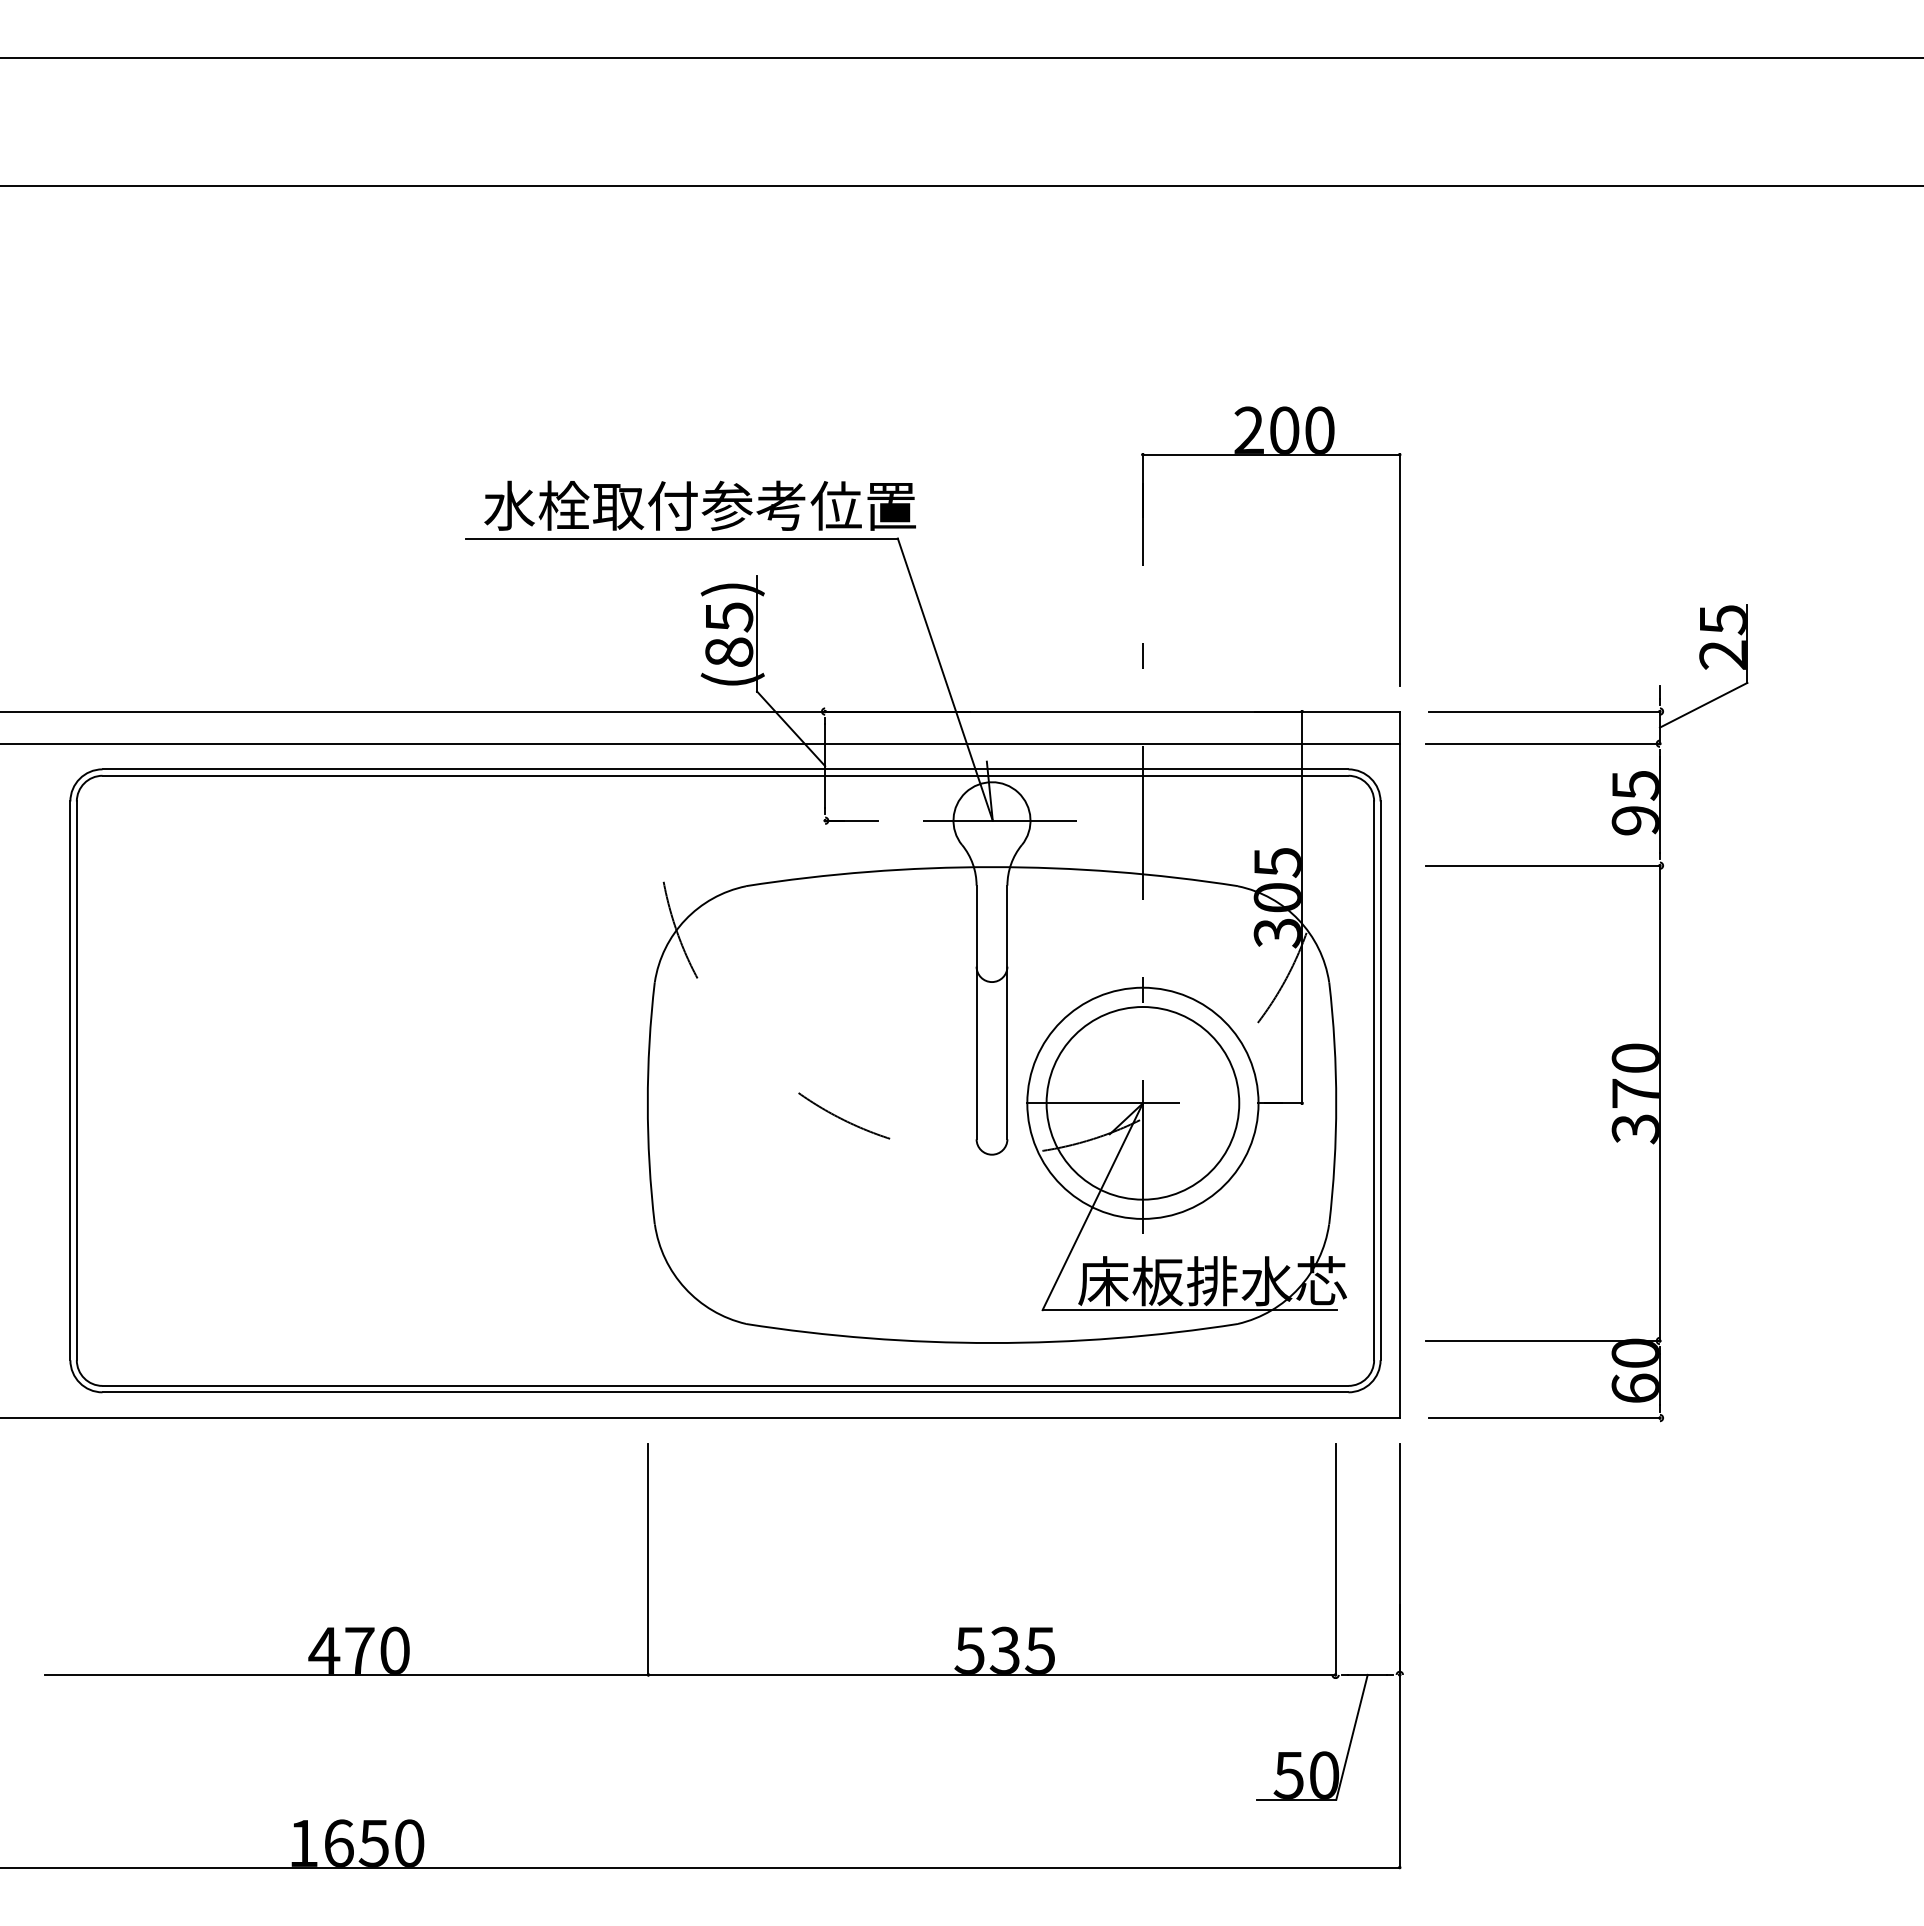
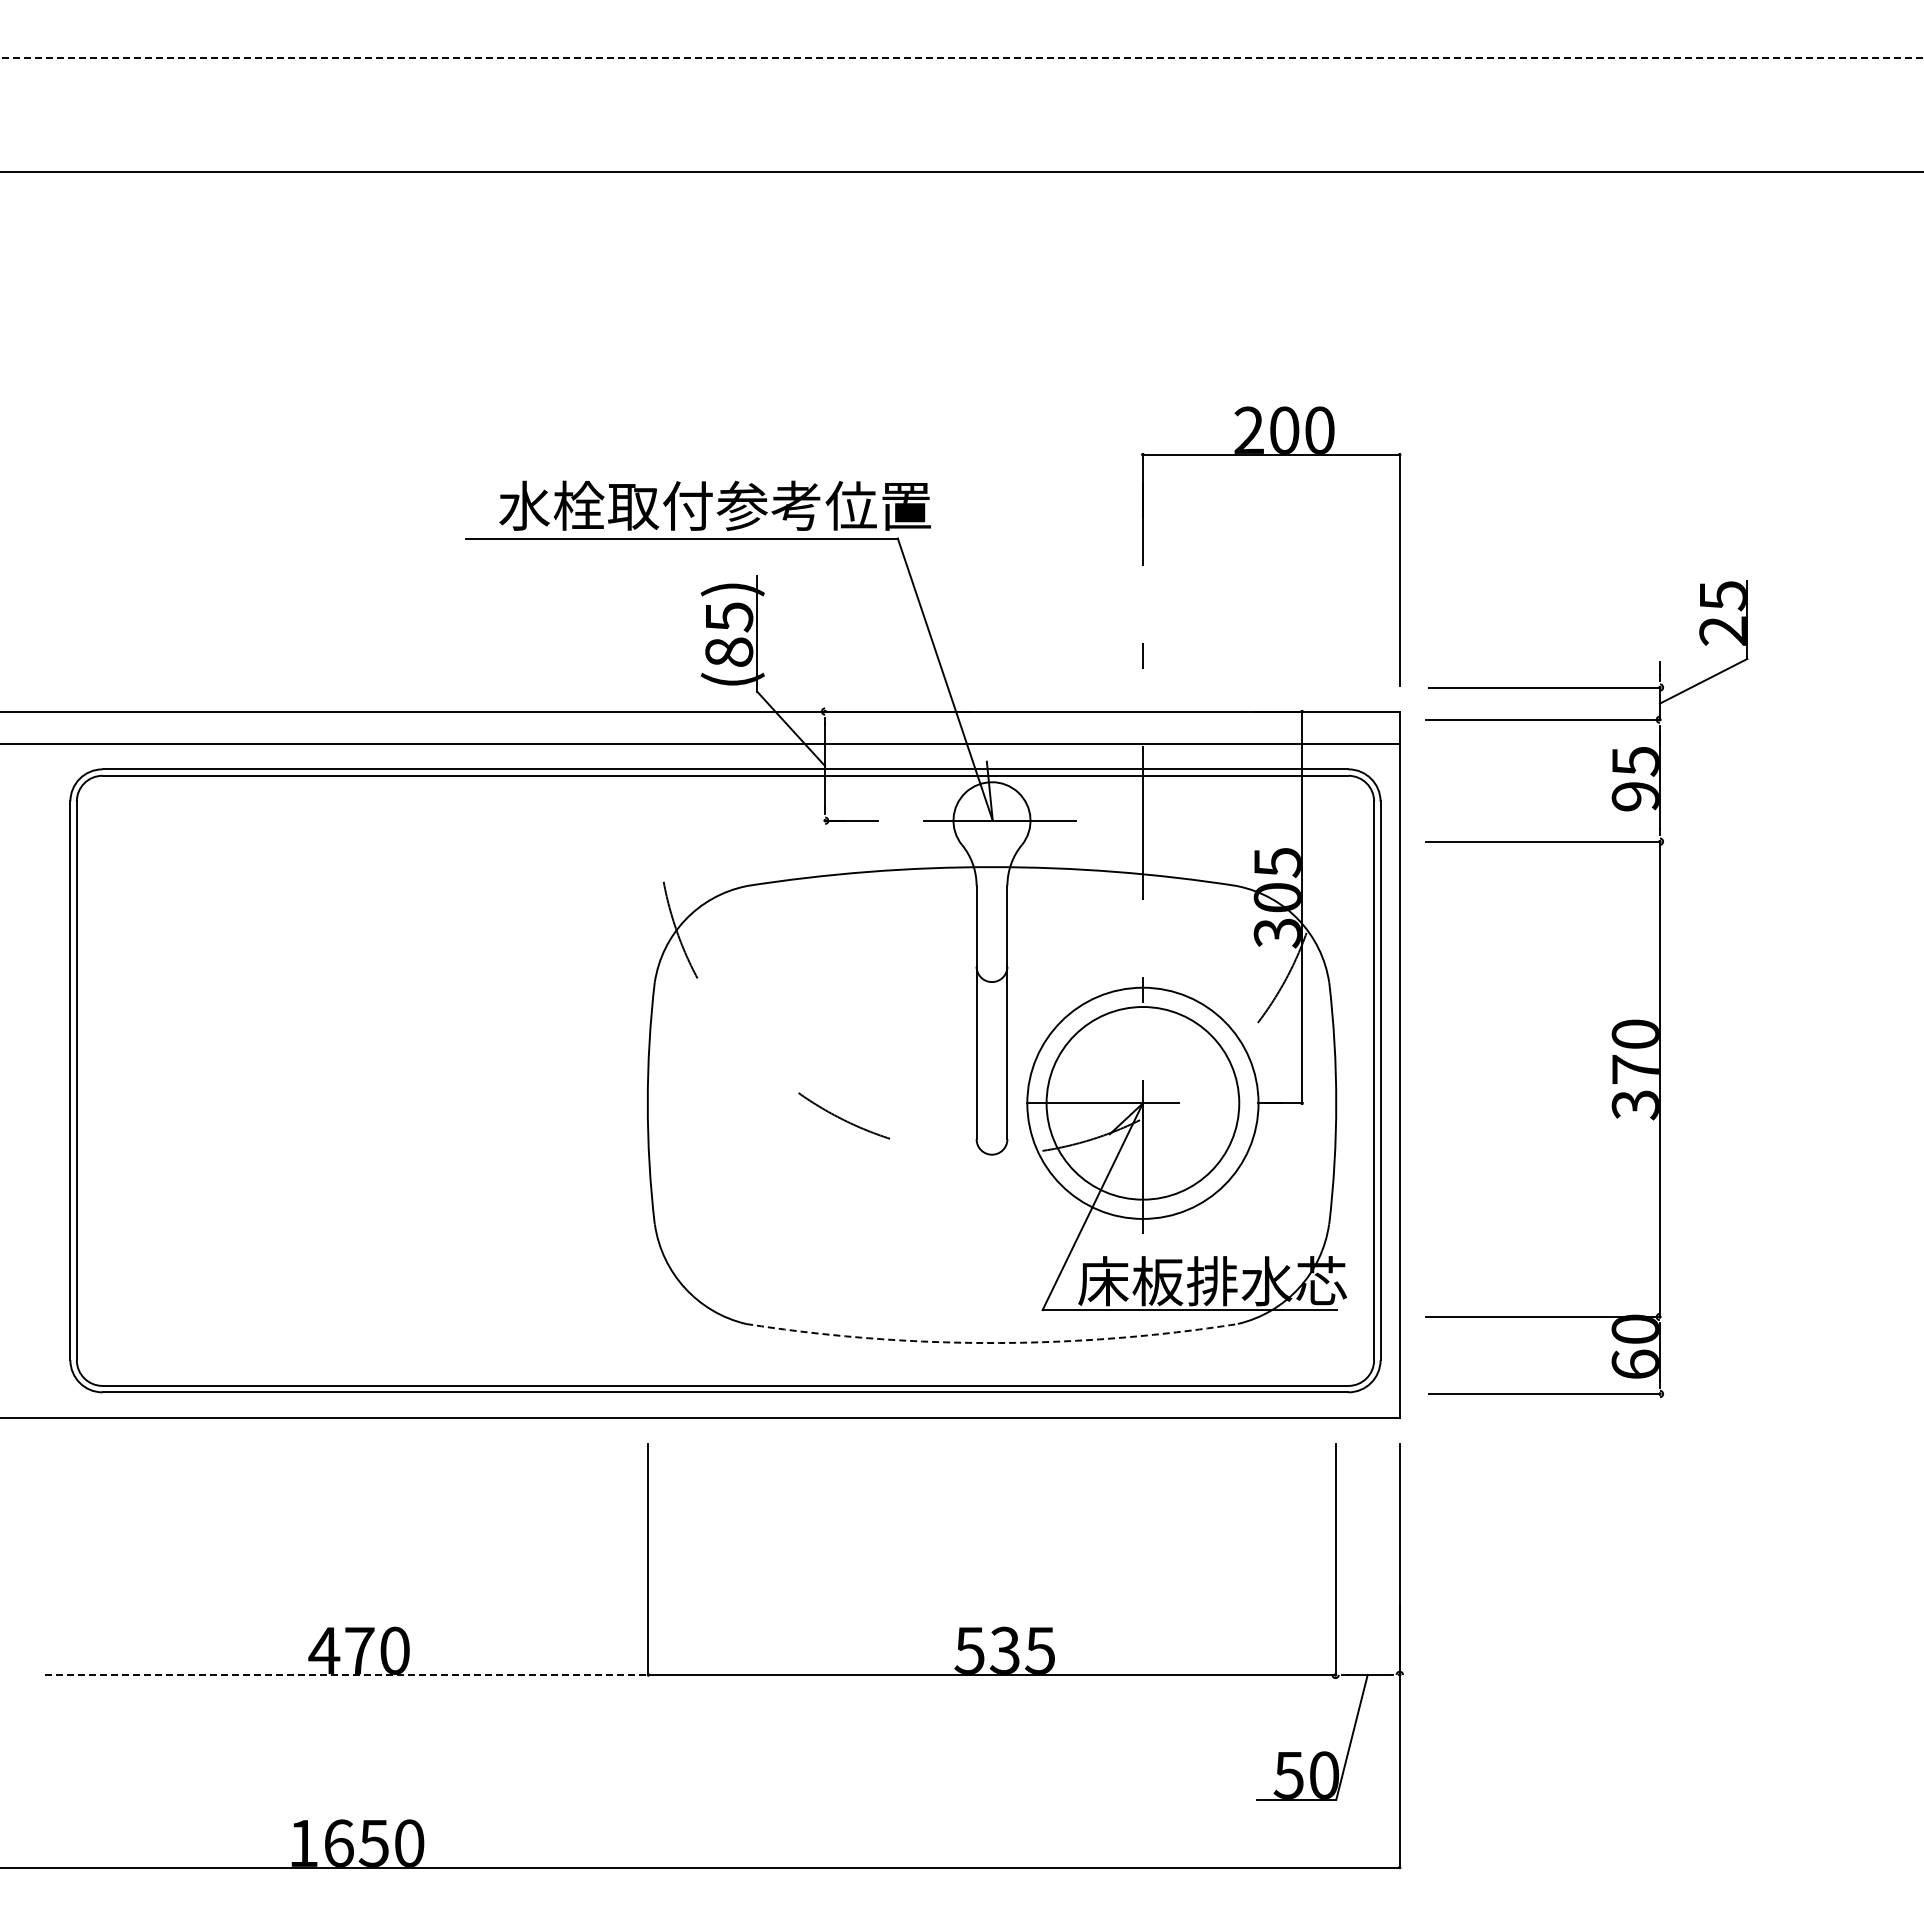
line at (962, 57): solid -> dashed
line at (961, 186) position: (961, 186) -> (961, 172)
text at (699, 505) position: (699, 505) -> (714, 505)
part at (1617, 1047) position: (1617, 1047) -> (1617, 1023)
arc at (992, 1343): solid -> dashed
line at (346, 1674): solid -> dashed
